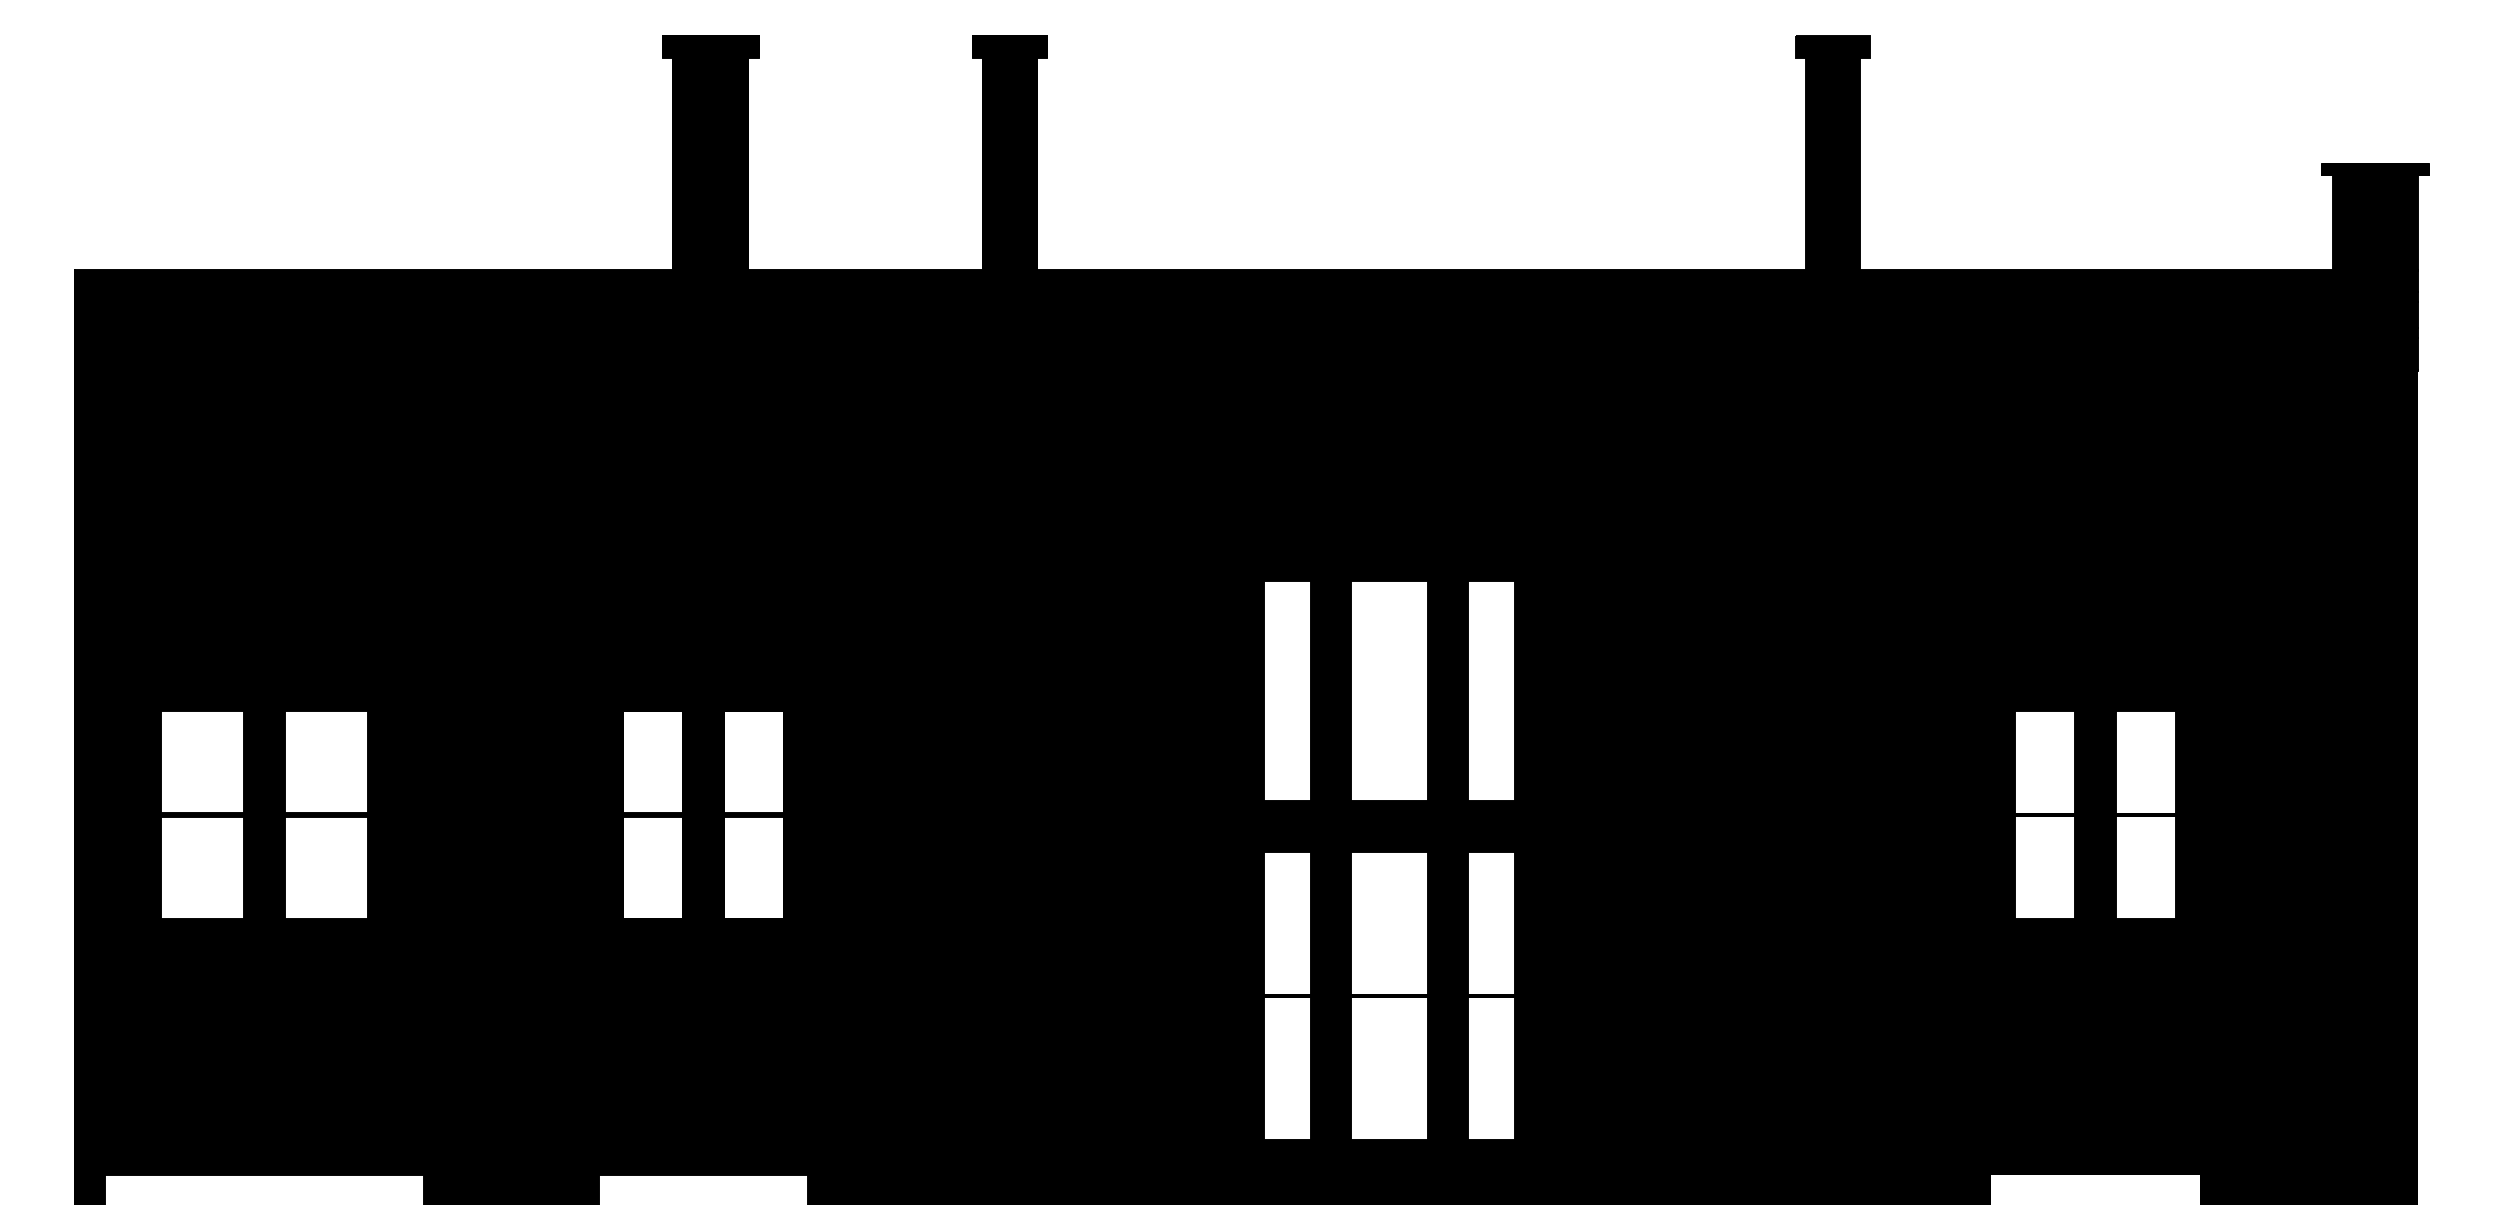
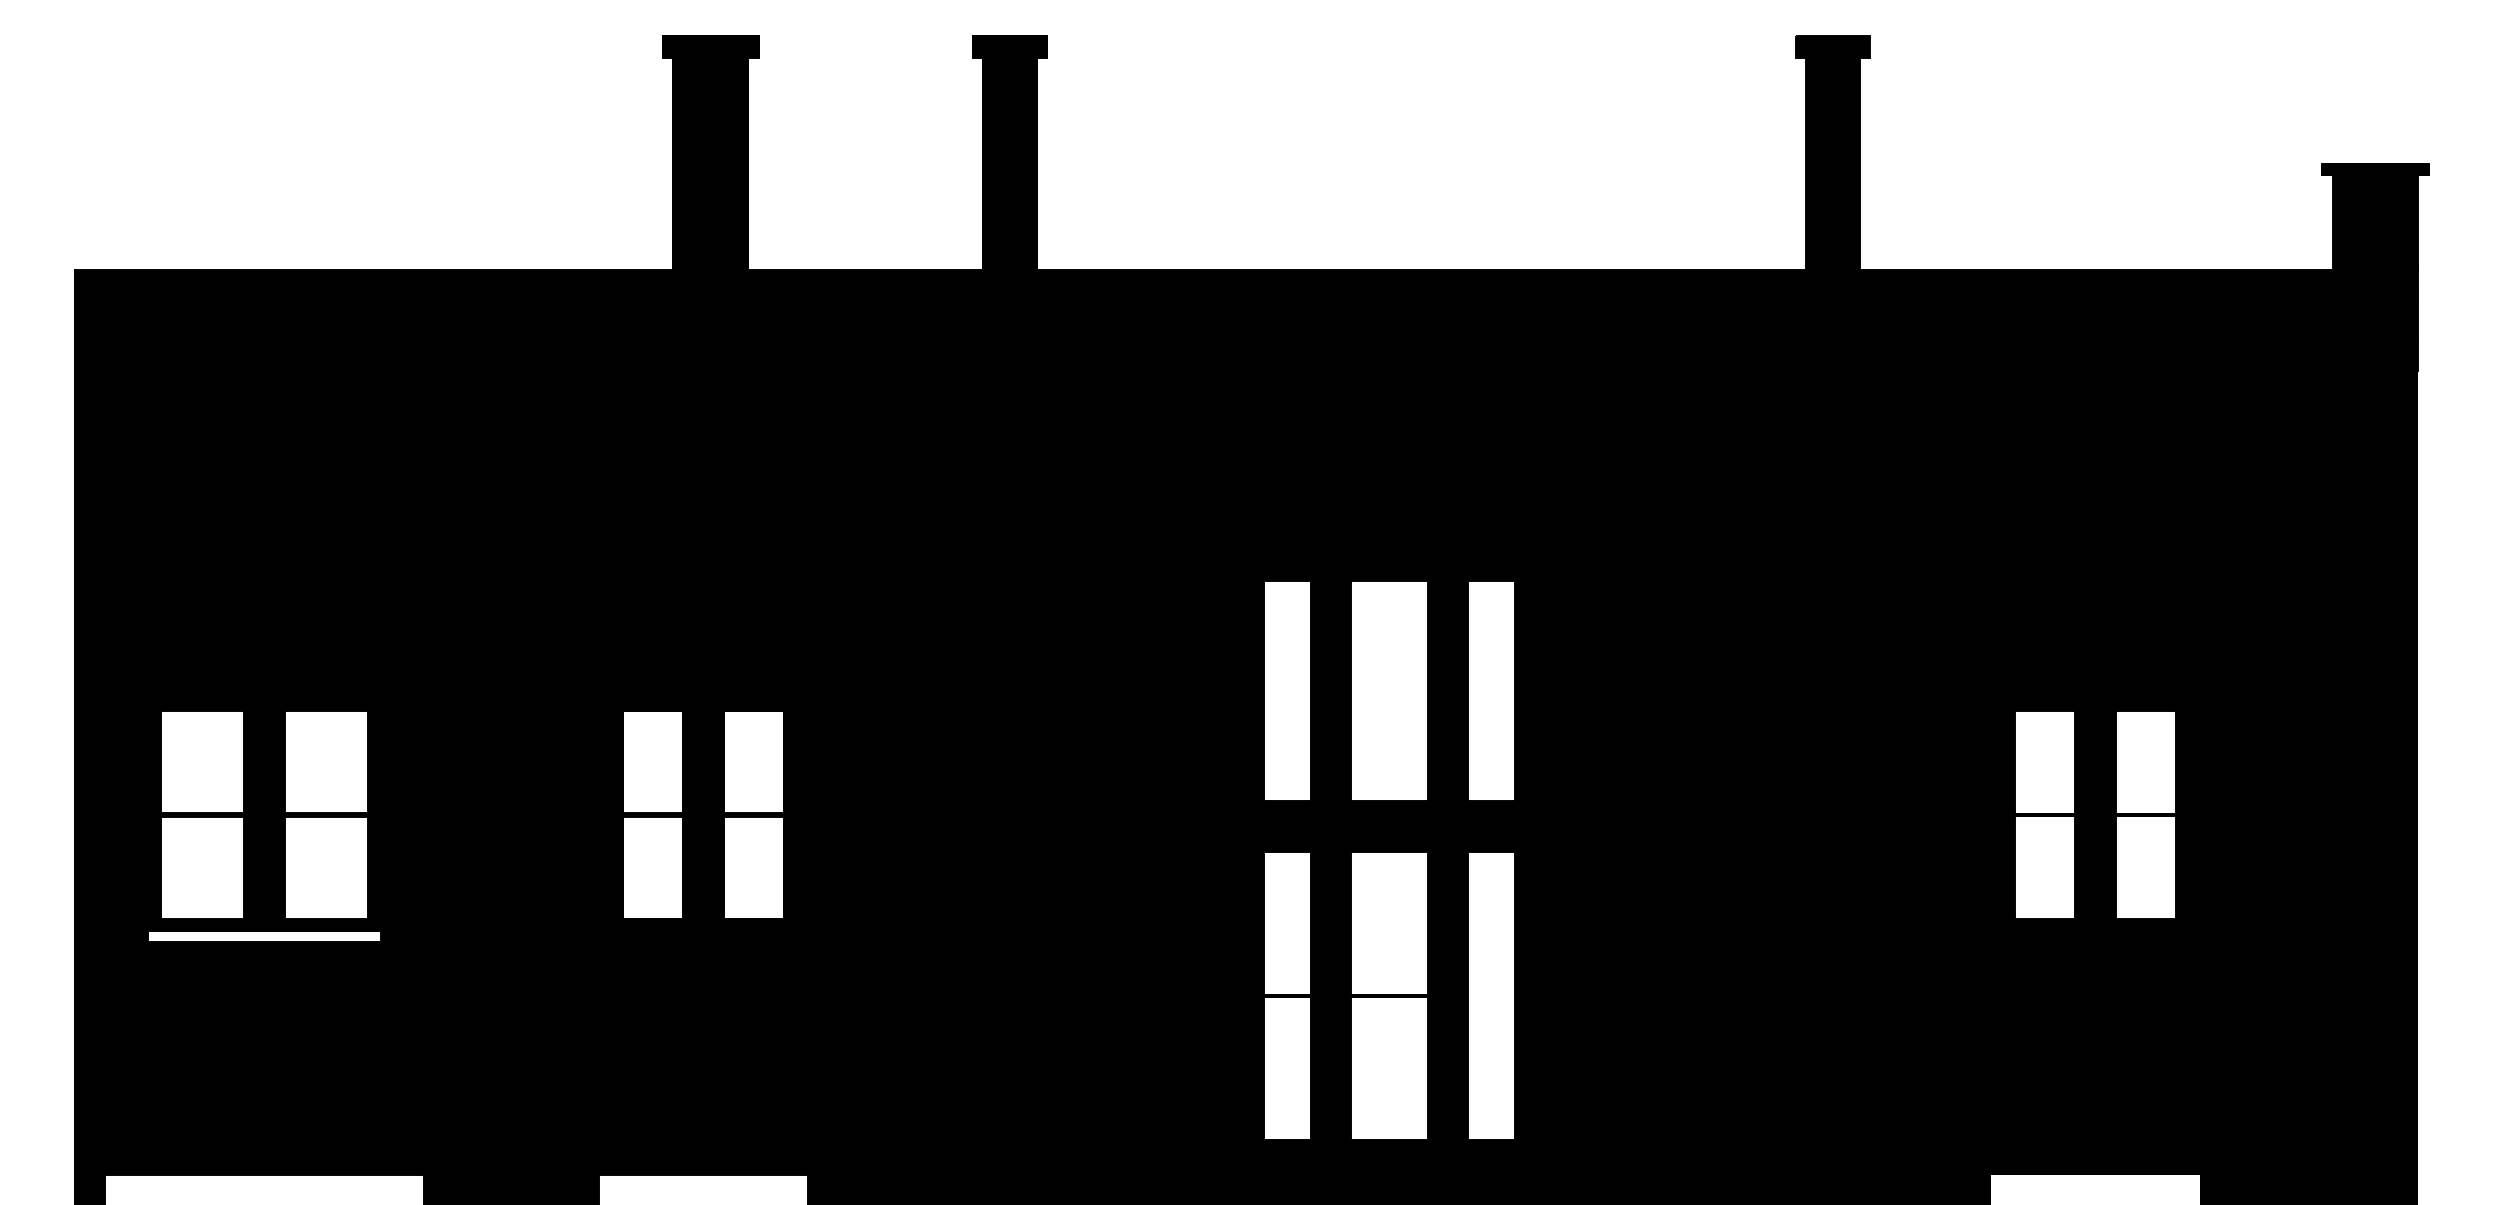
fill at (264, 936): present -> none
fill at (1491, 995): present -> none
